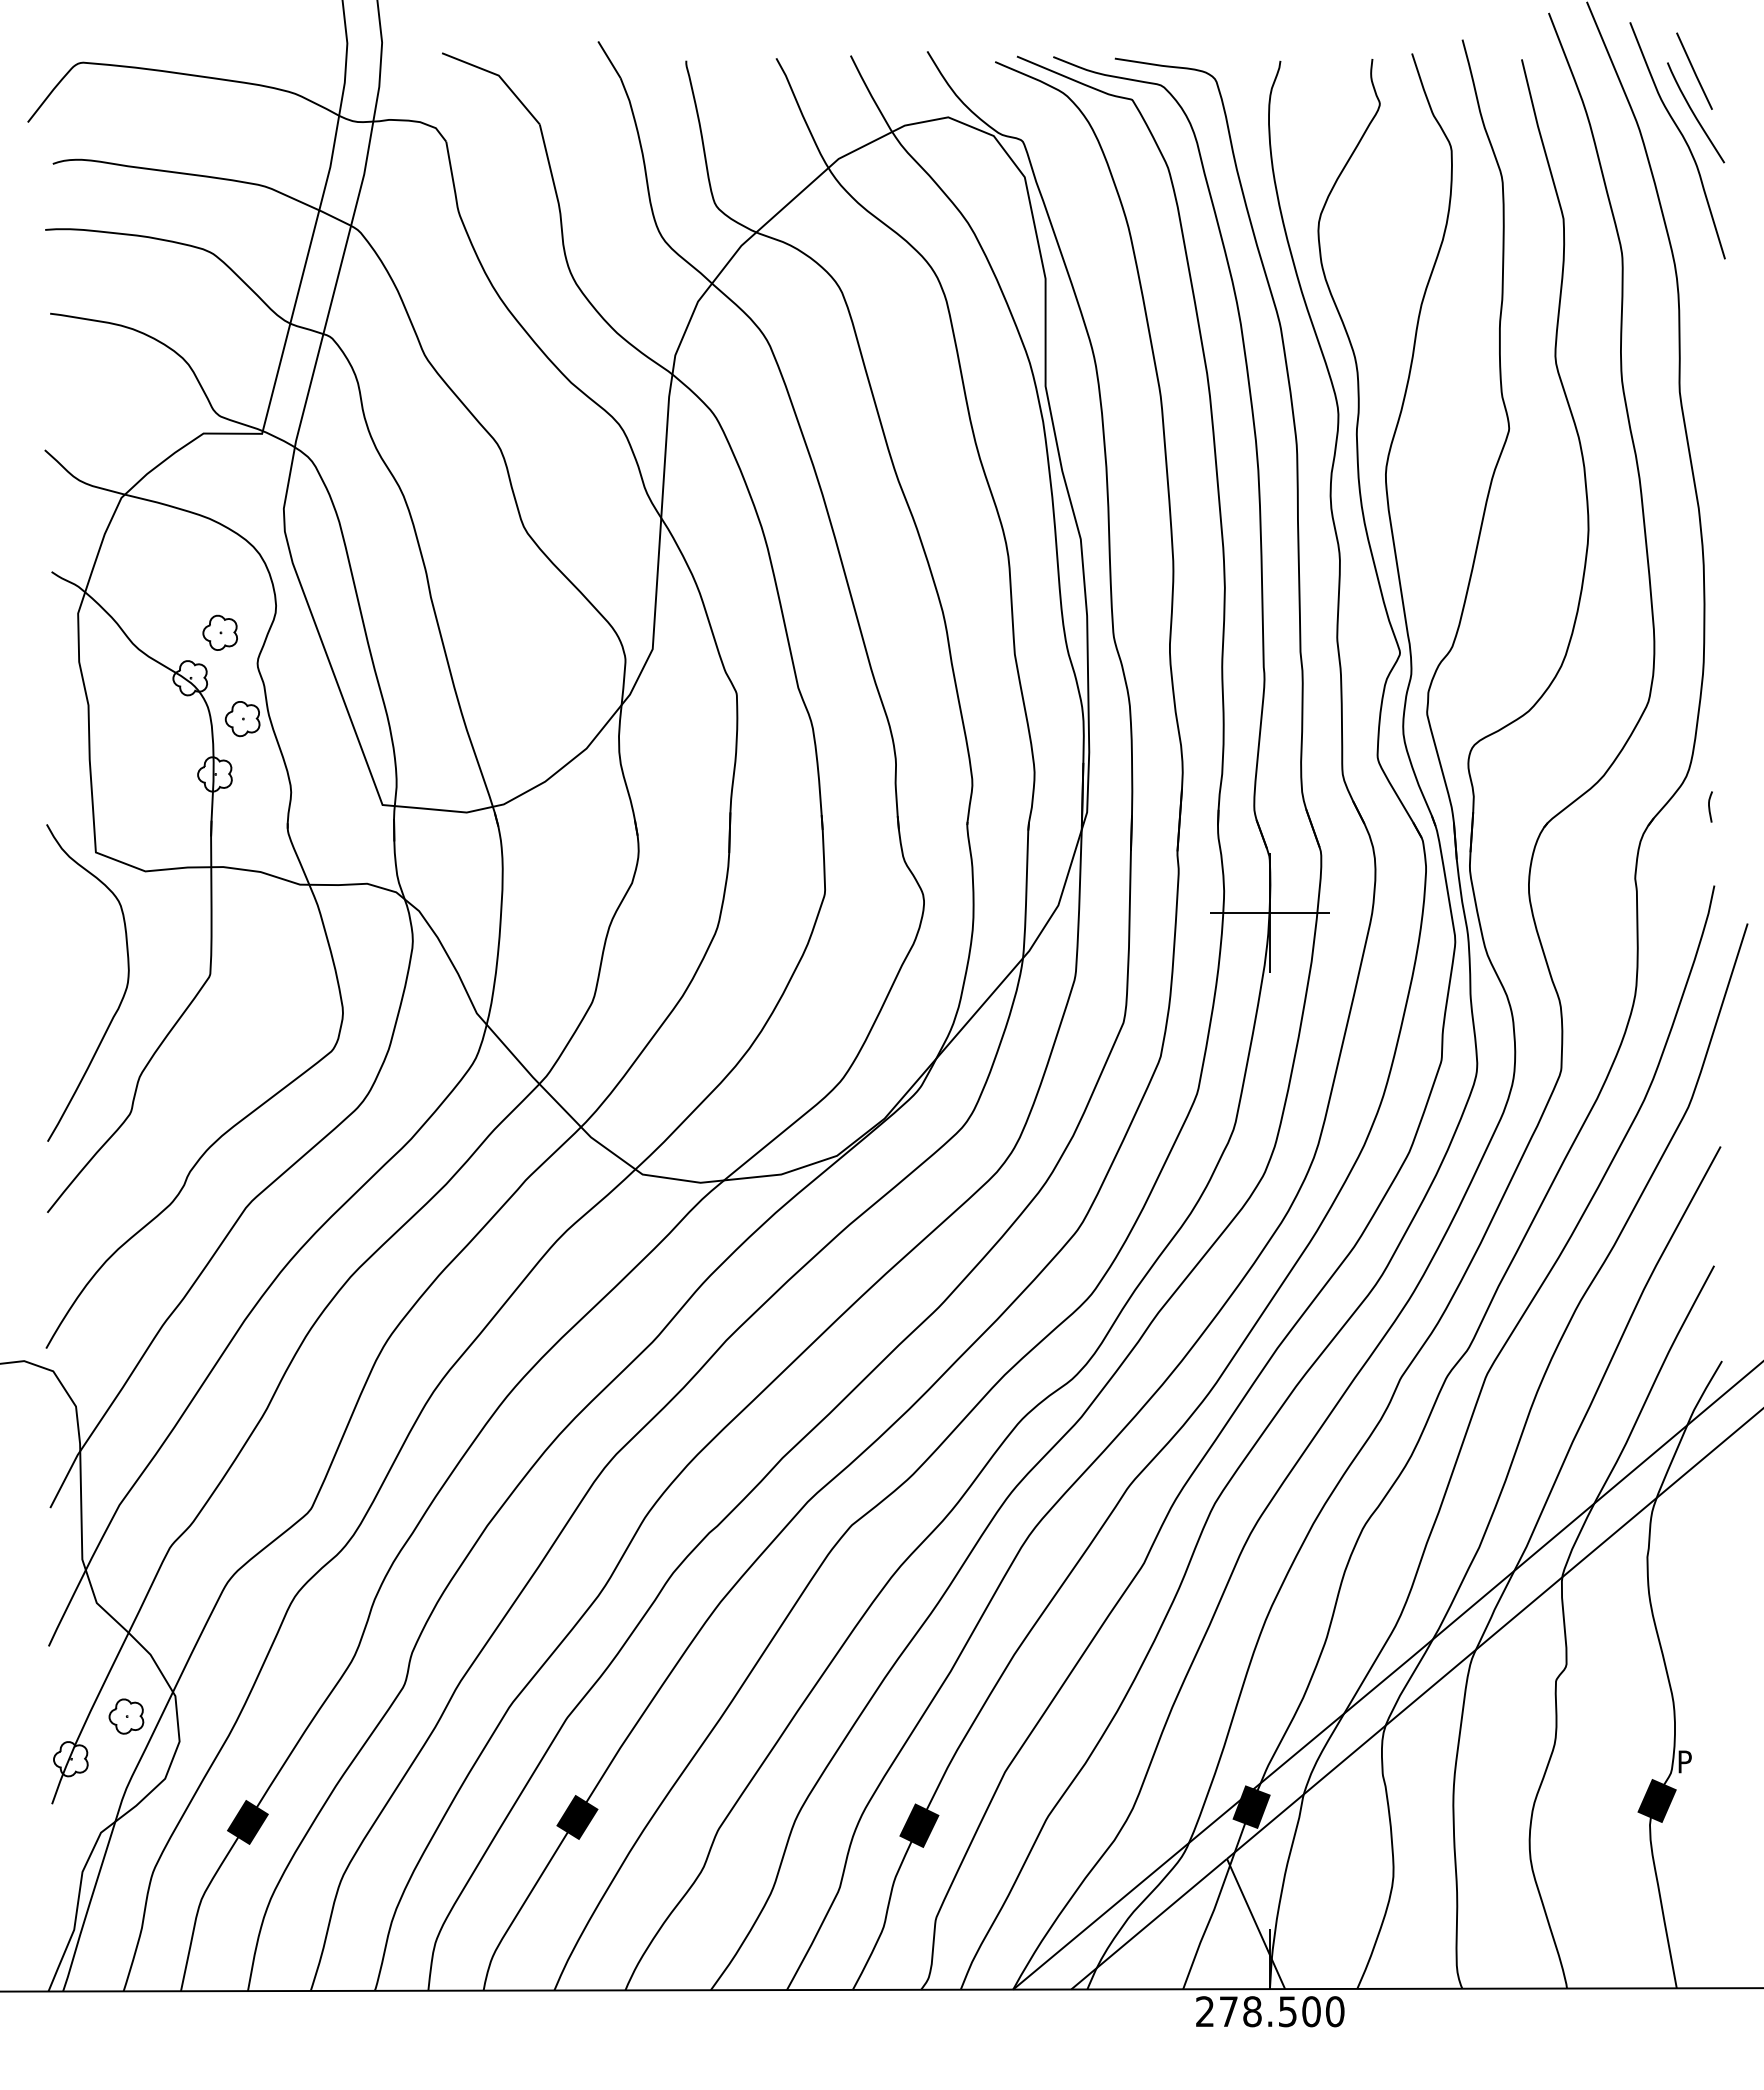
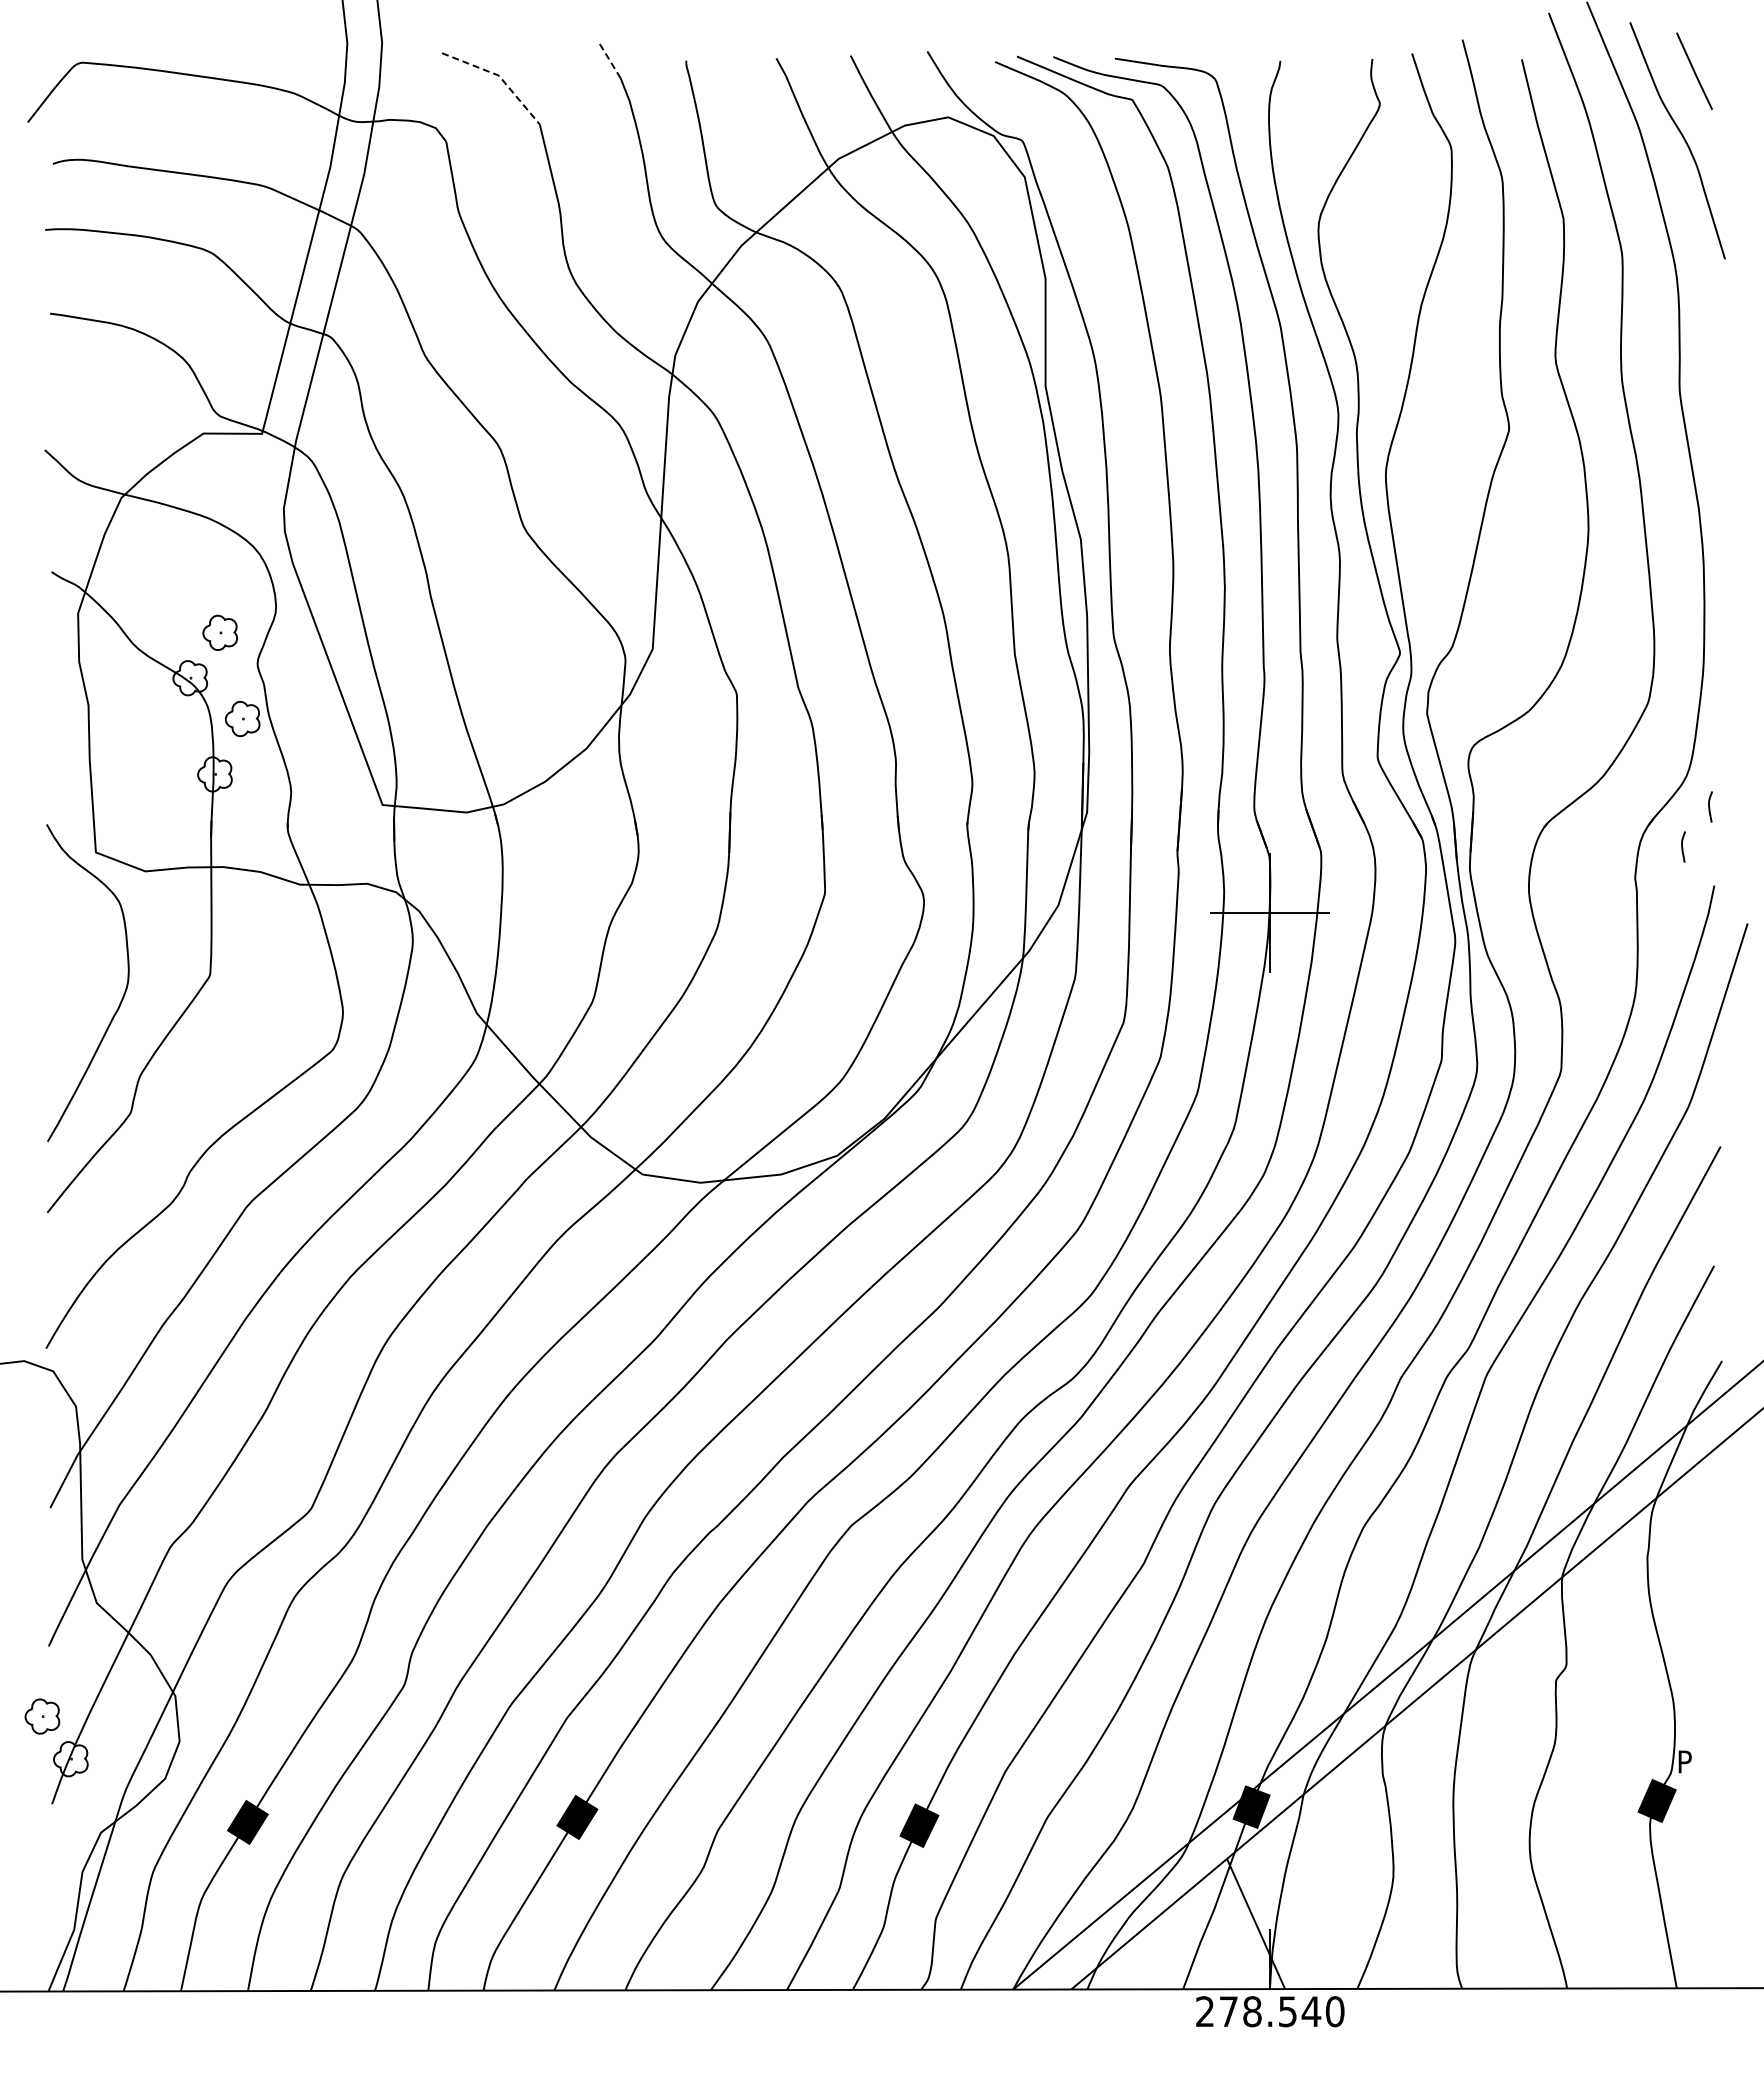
line at (609, 59): solid -> dashed
line at (499, 76): solid -> dashed
curve at (1694, 113): present -> none
curve at (1682, 846): none -> present
part at (126, 1716) position: (126, 1716) -> (42, 1716)
text at (1311, 2011): 278.500 -> 278.540
